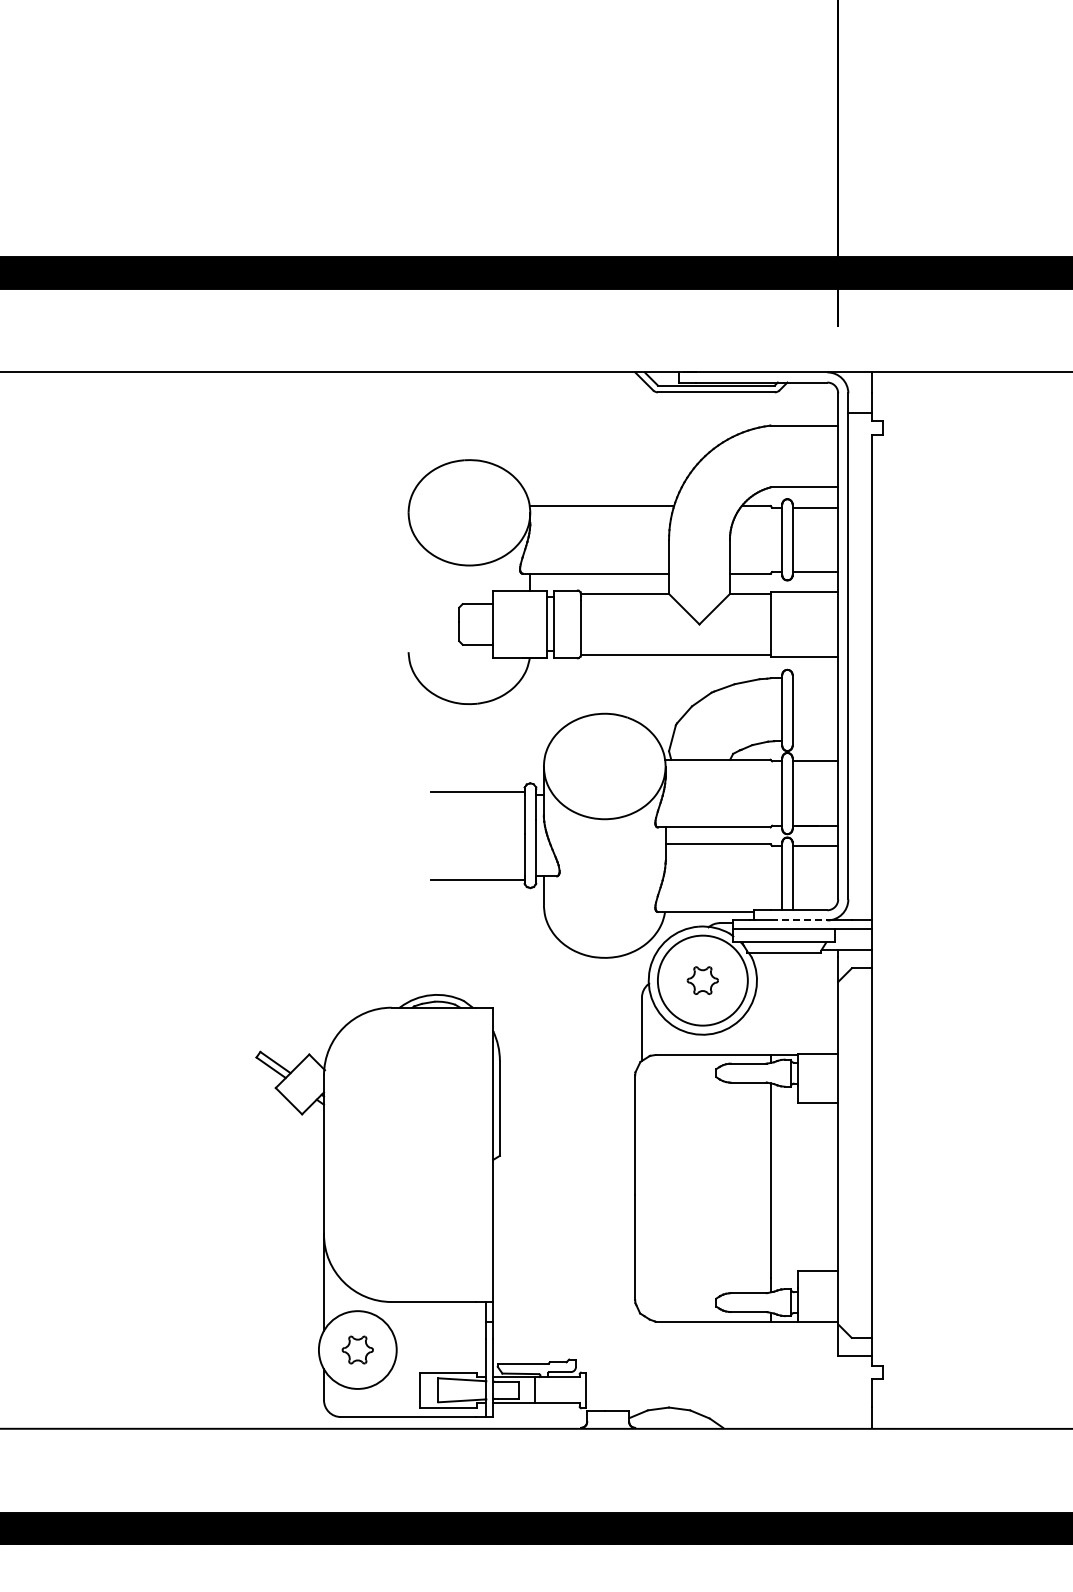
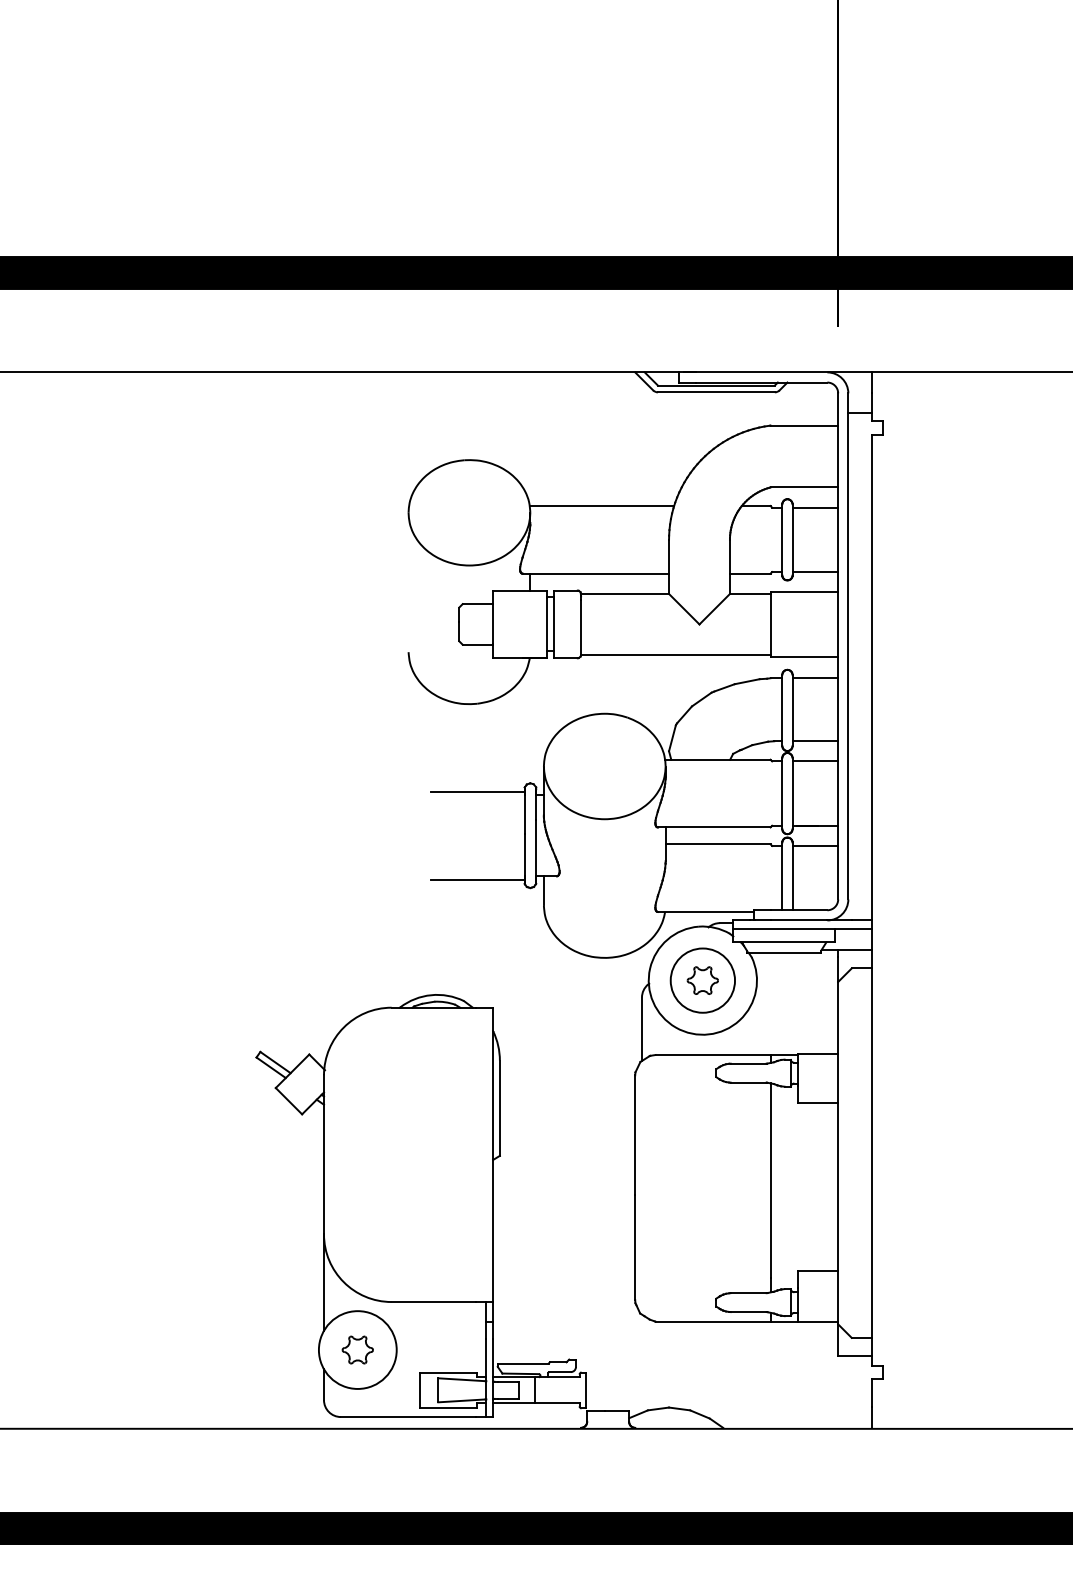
line at (815, 678): none -> present
line at (815, 741): none -> present
line at (799, 920): dashed -> solid
circle at (702, 980) diameter: 90 px -> 64 px
